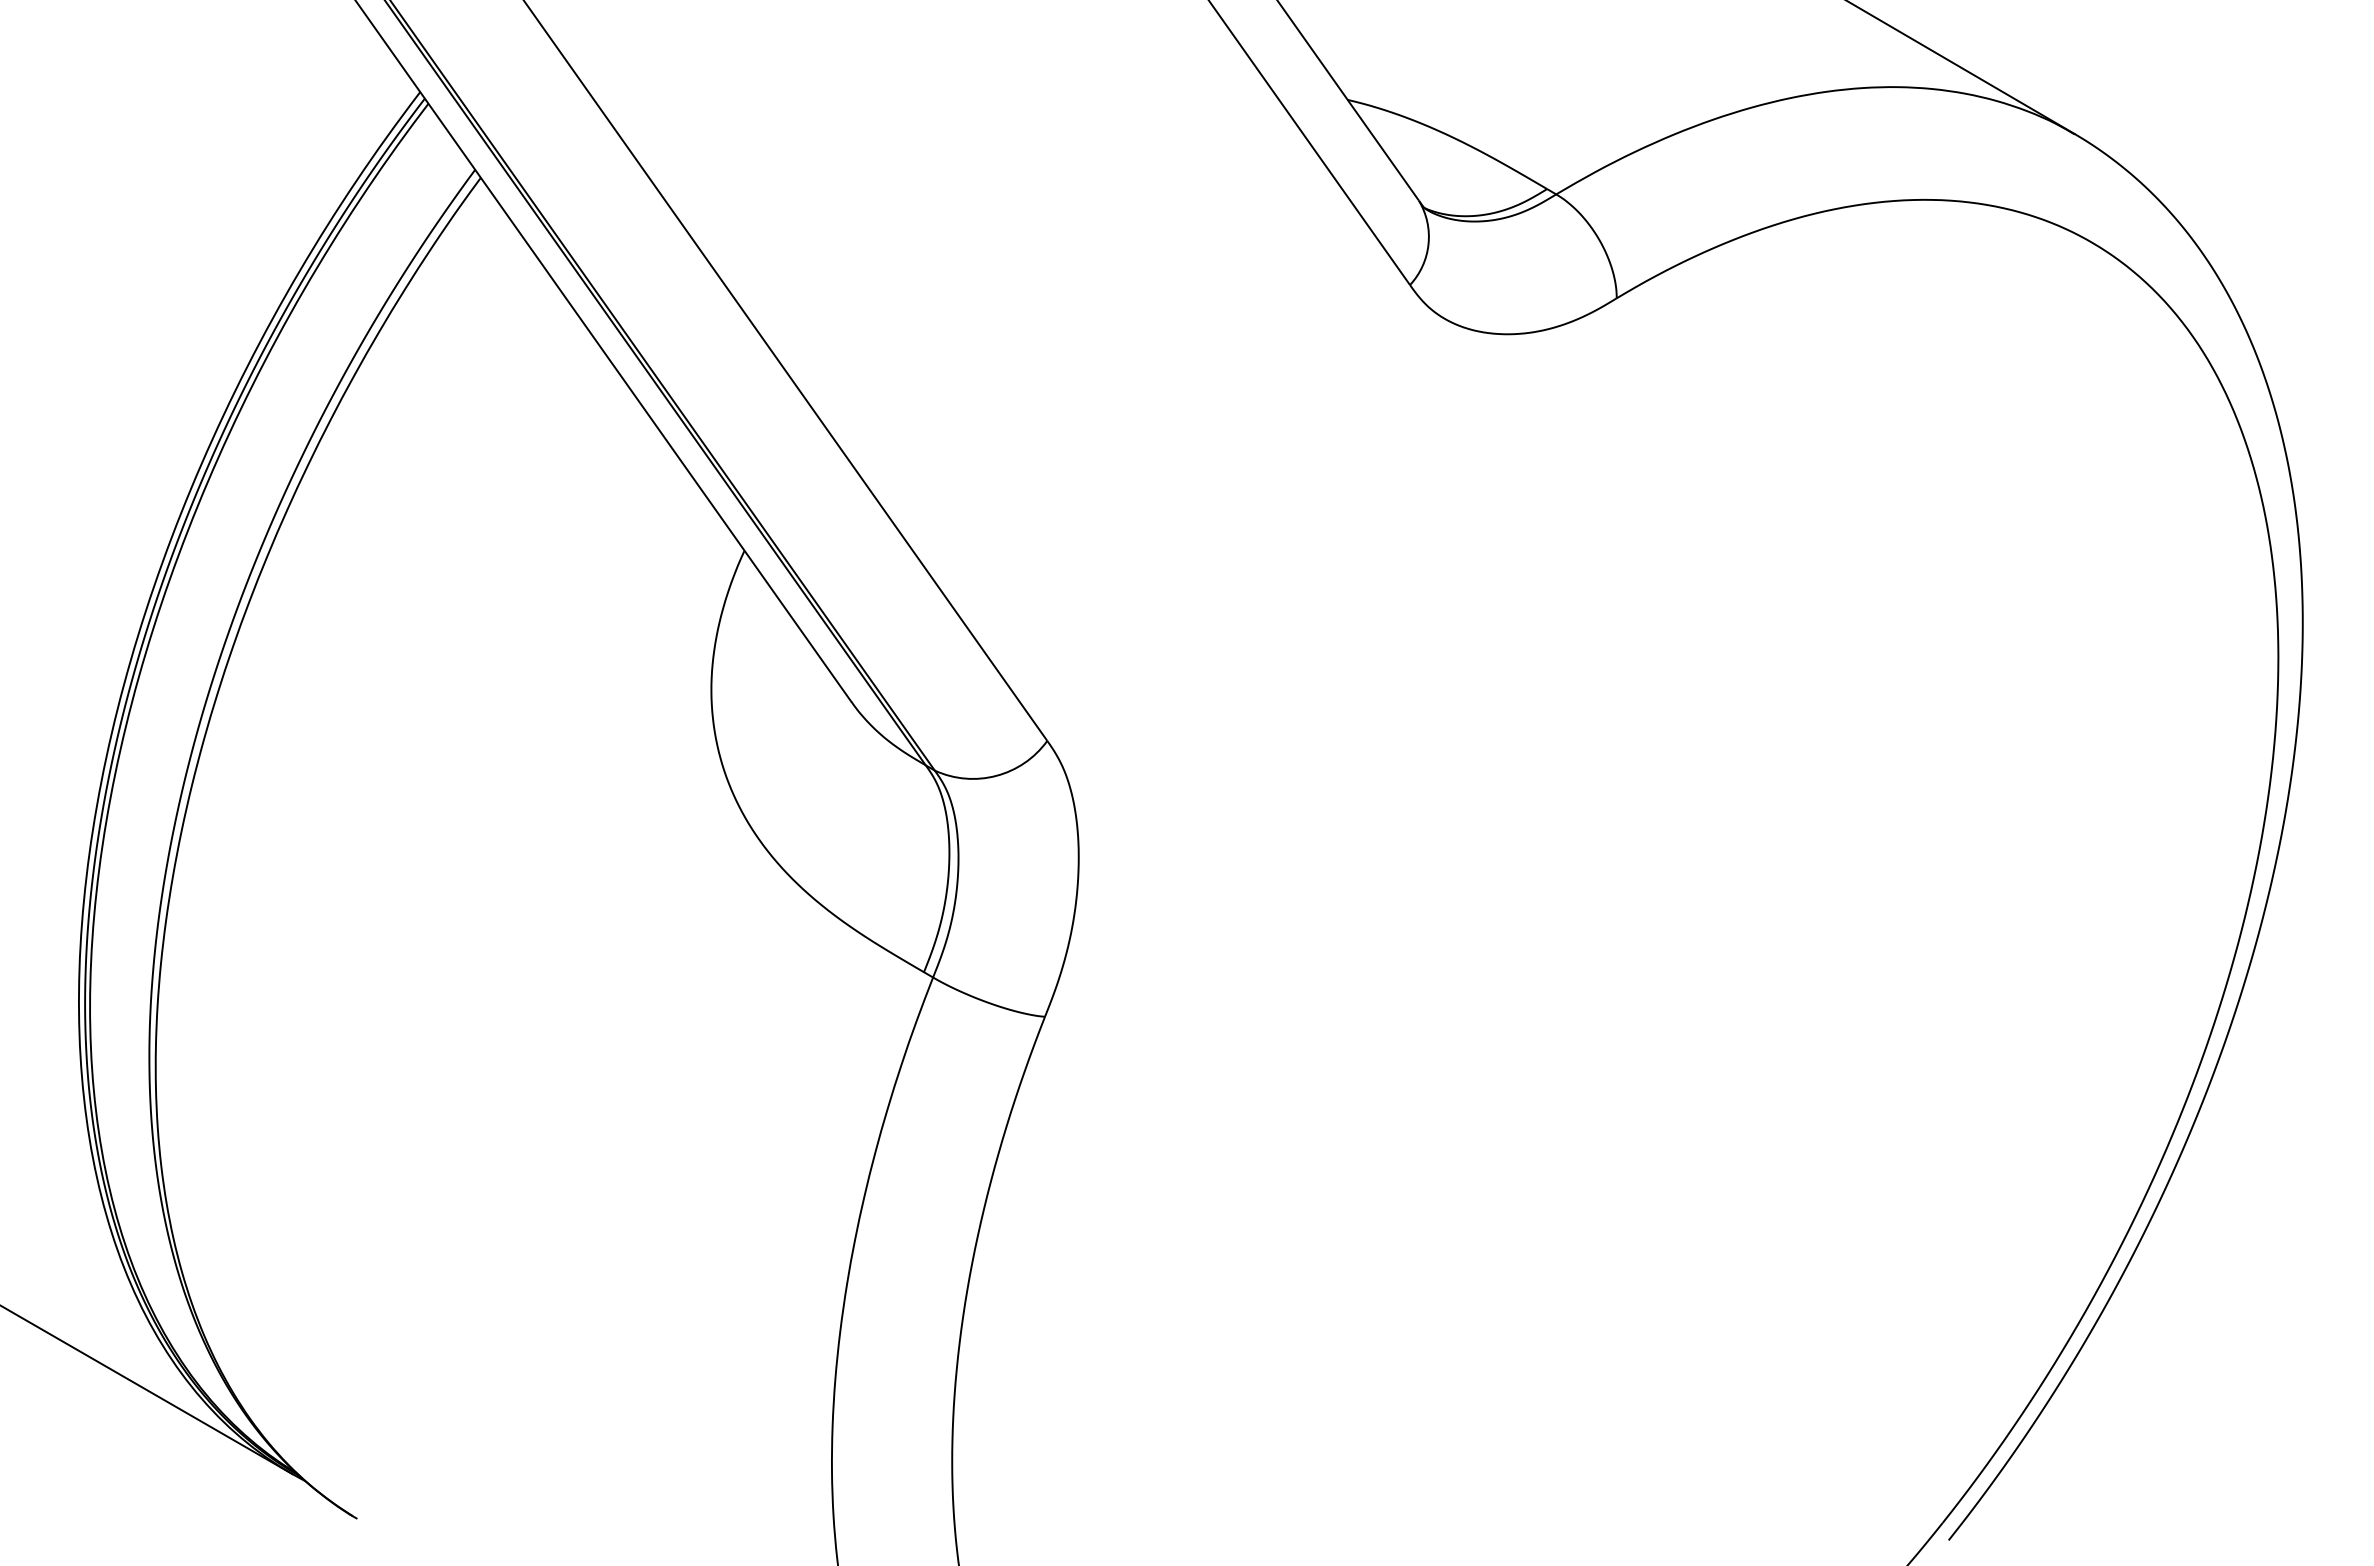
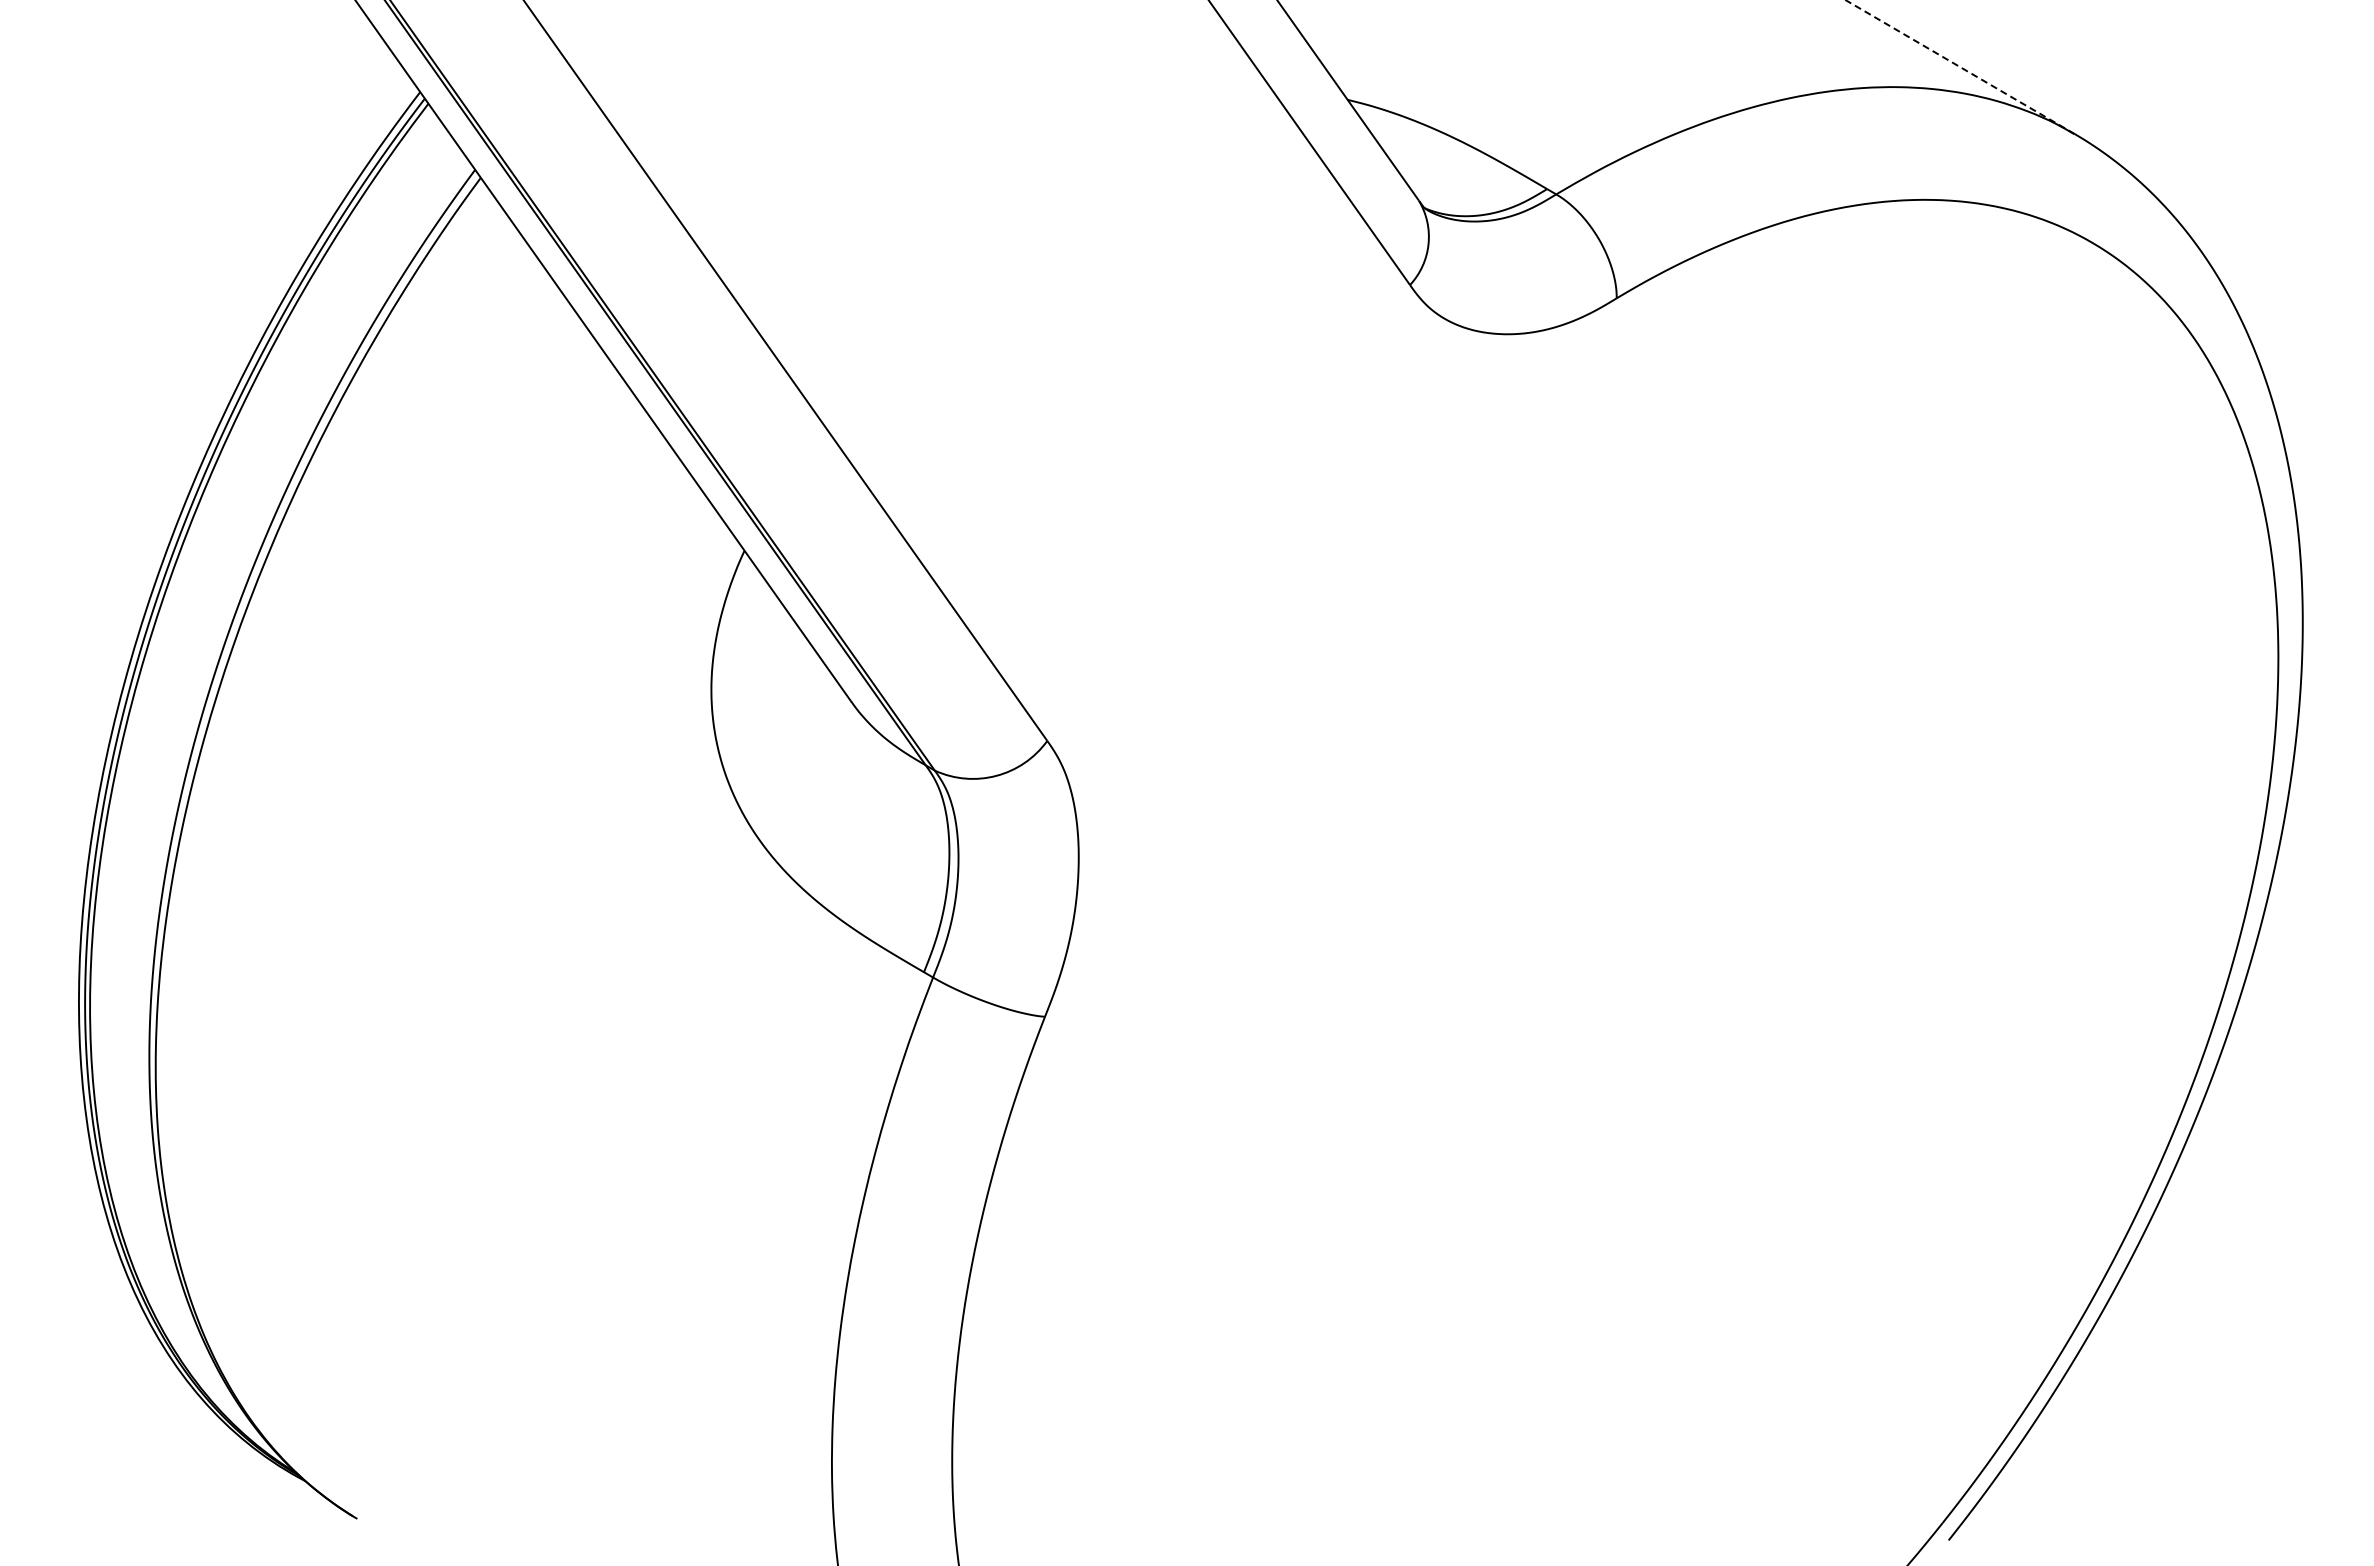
line at (1959, 66): solid -> dashed
line at (147, 1390): present -> none
